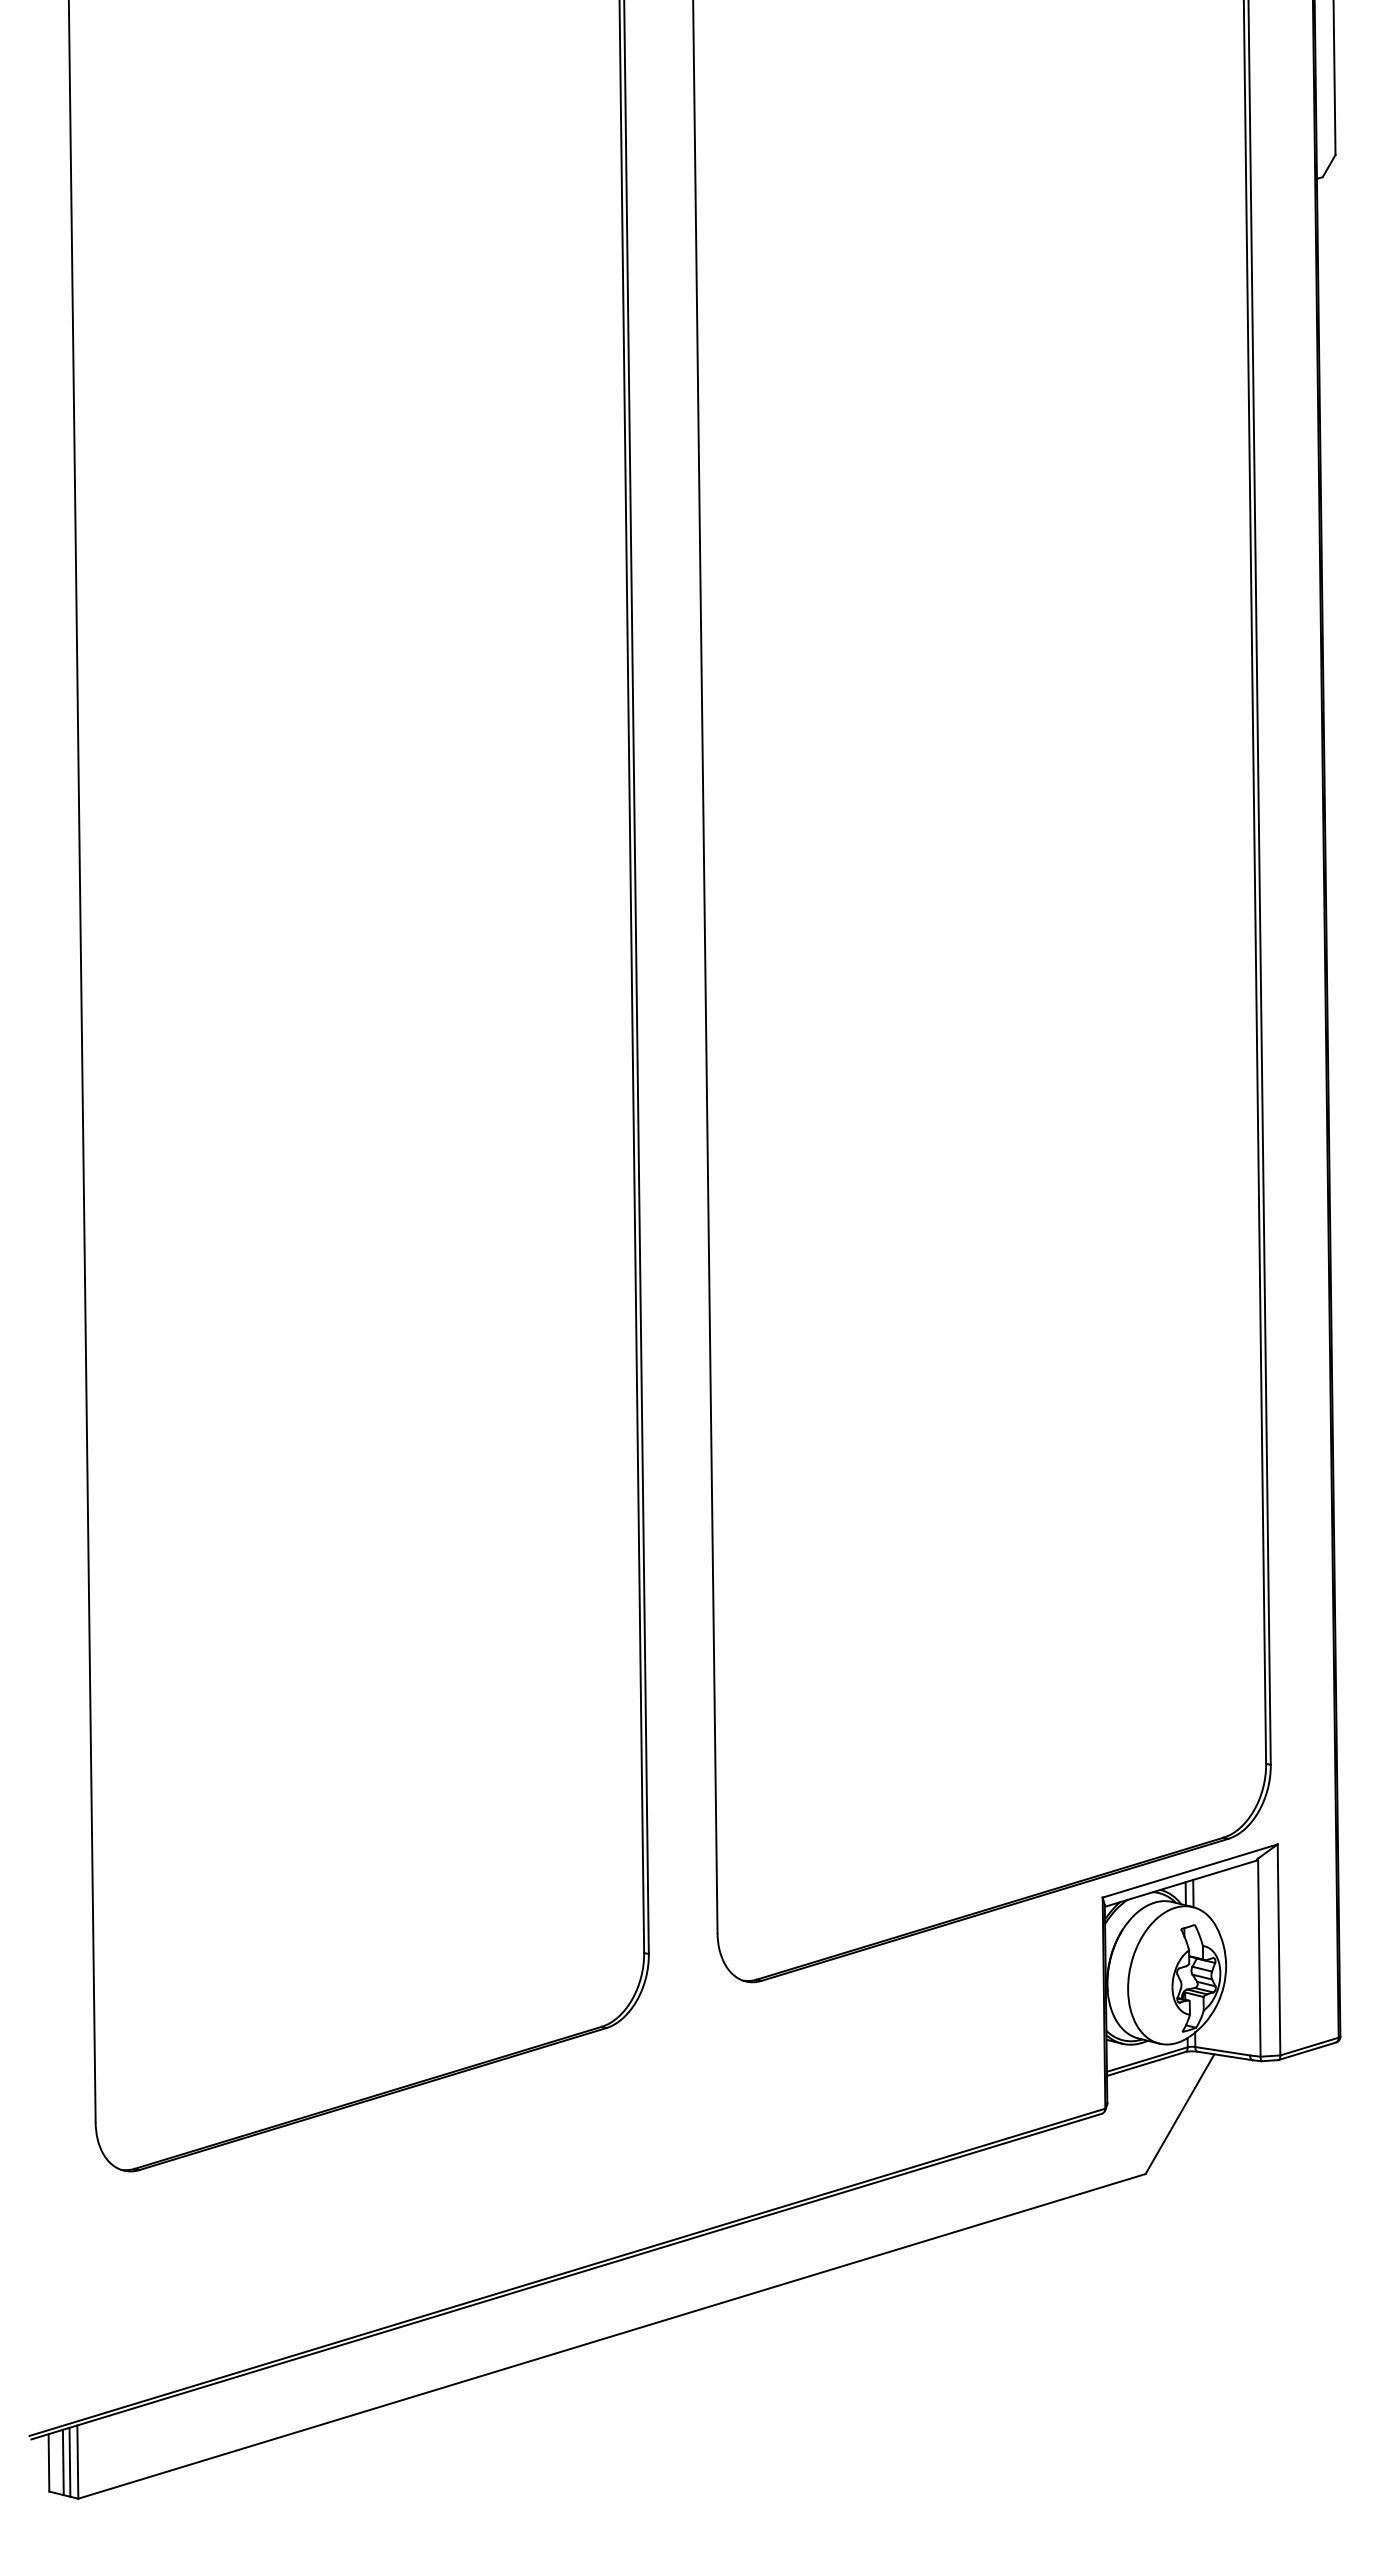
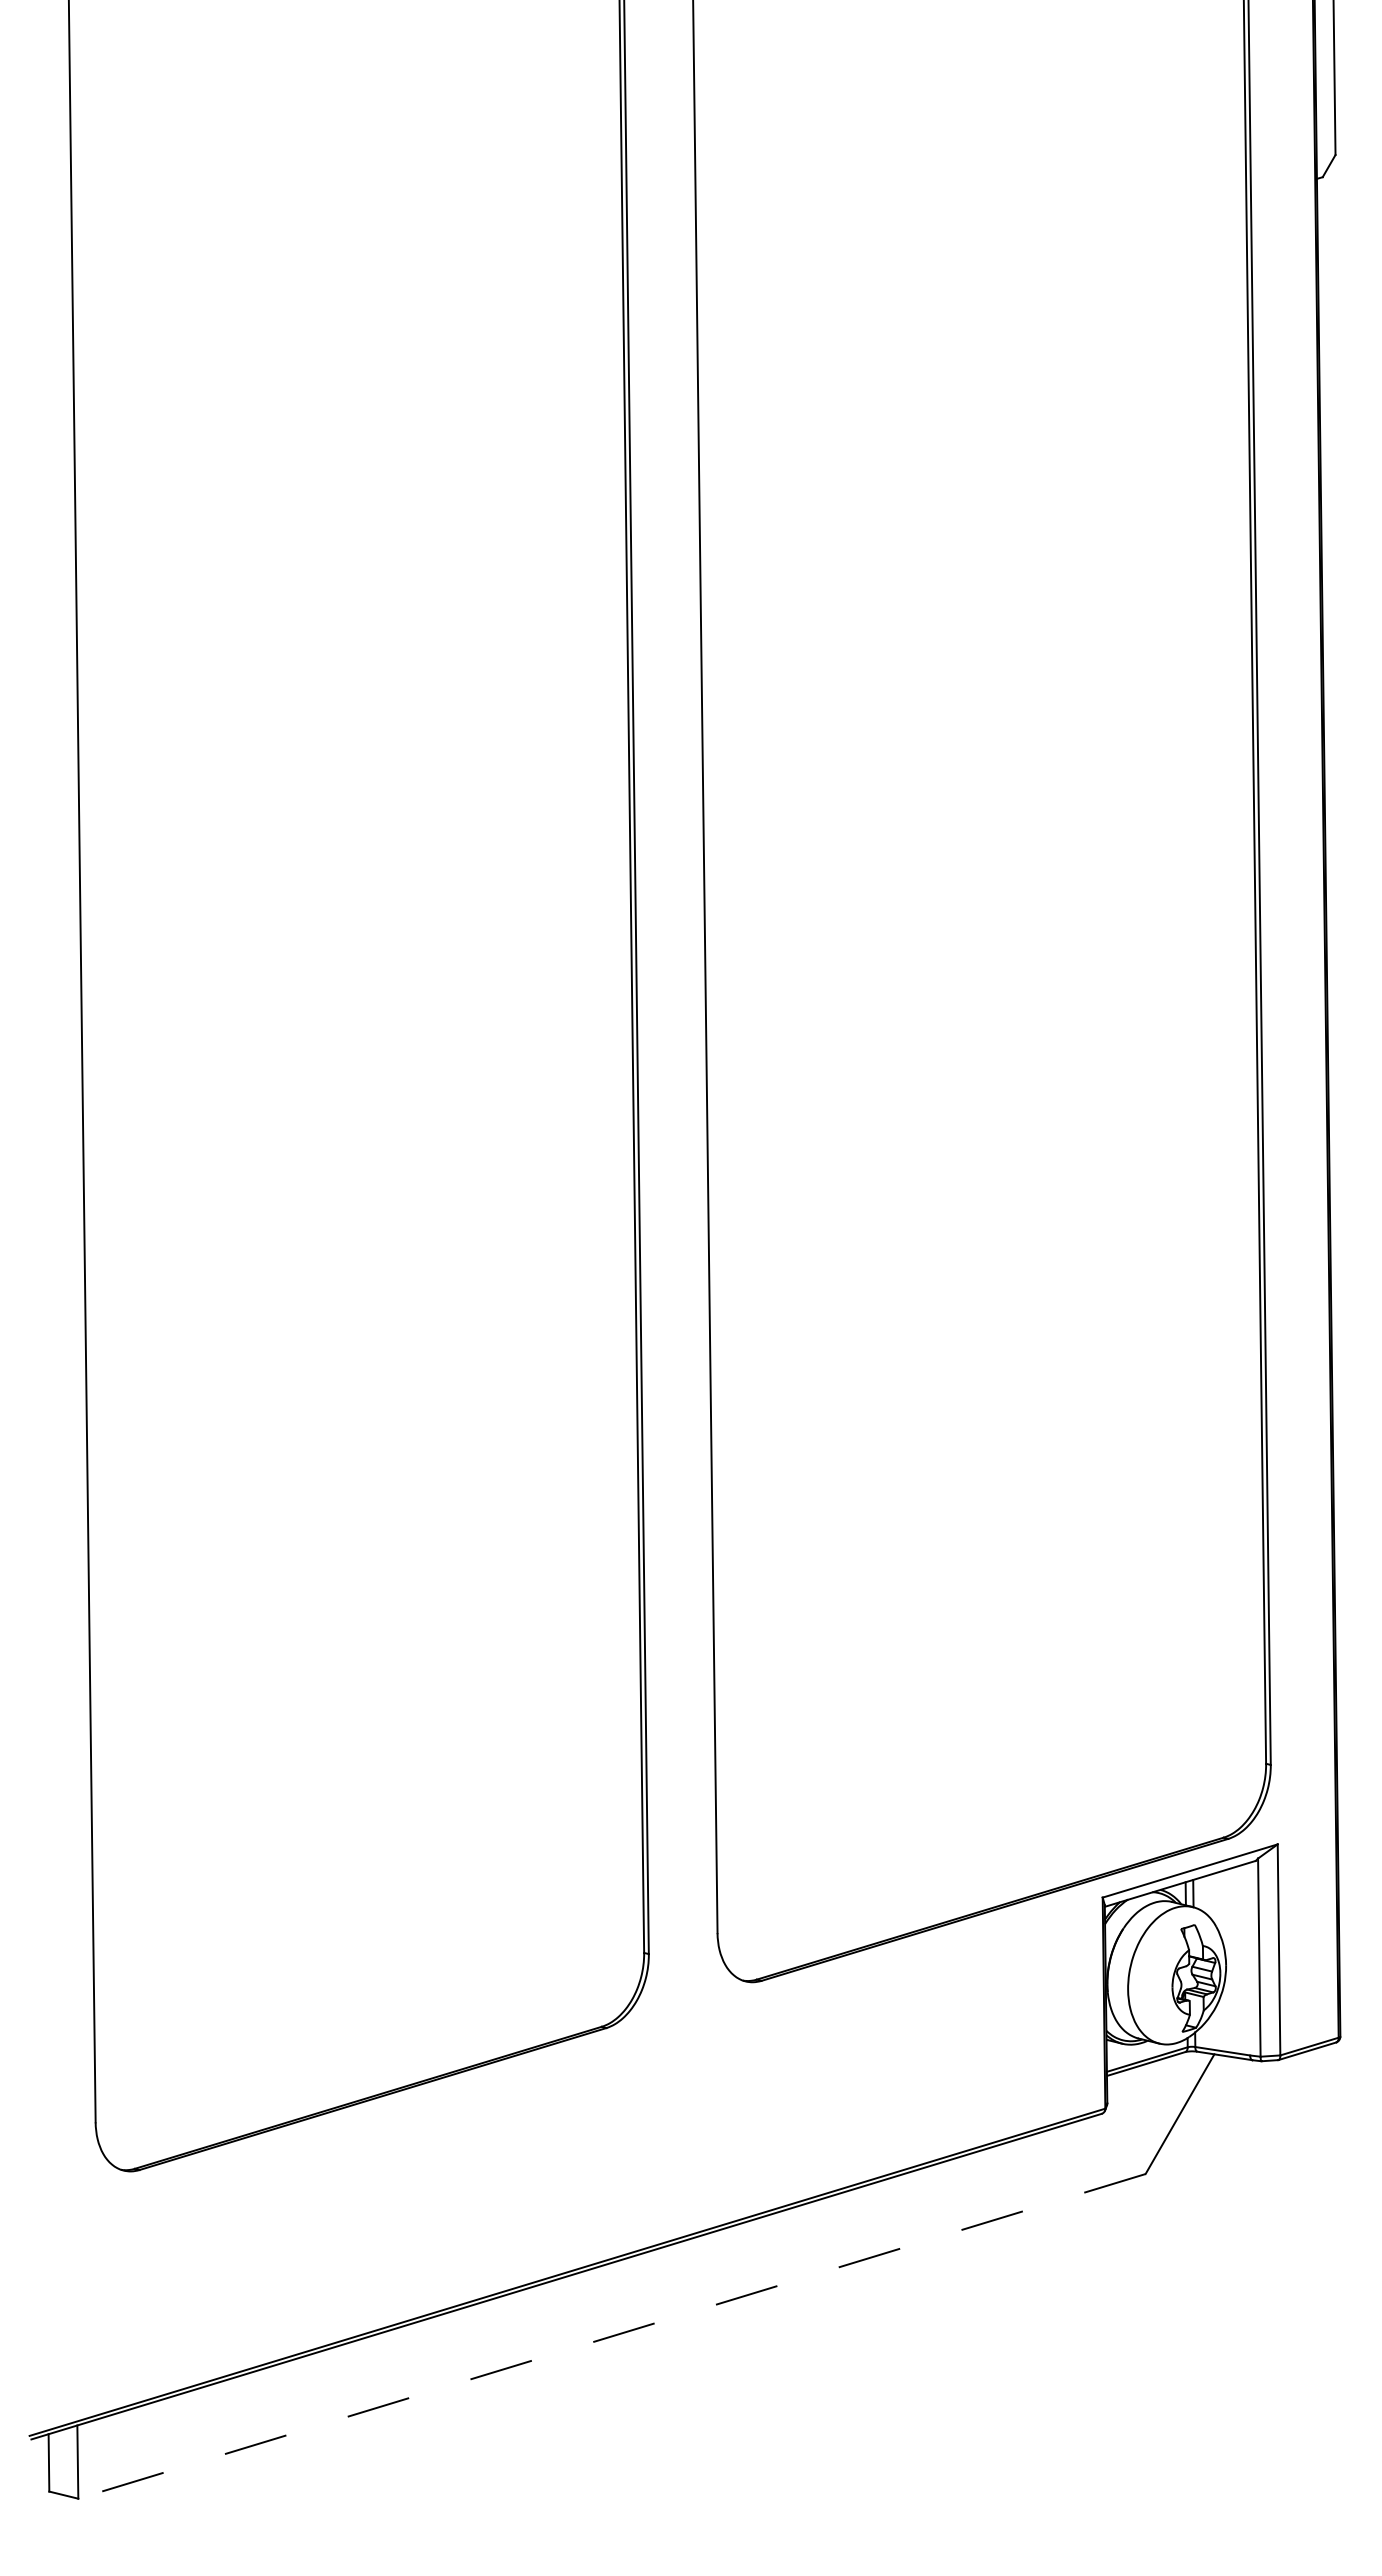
line at (611, 2336): solid -> dashed
line at (69, 2461): present -> none
line at (62, 2462): present -> none
